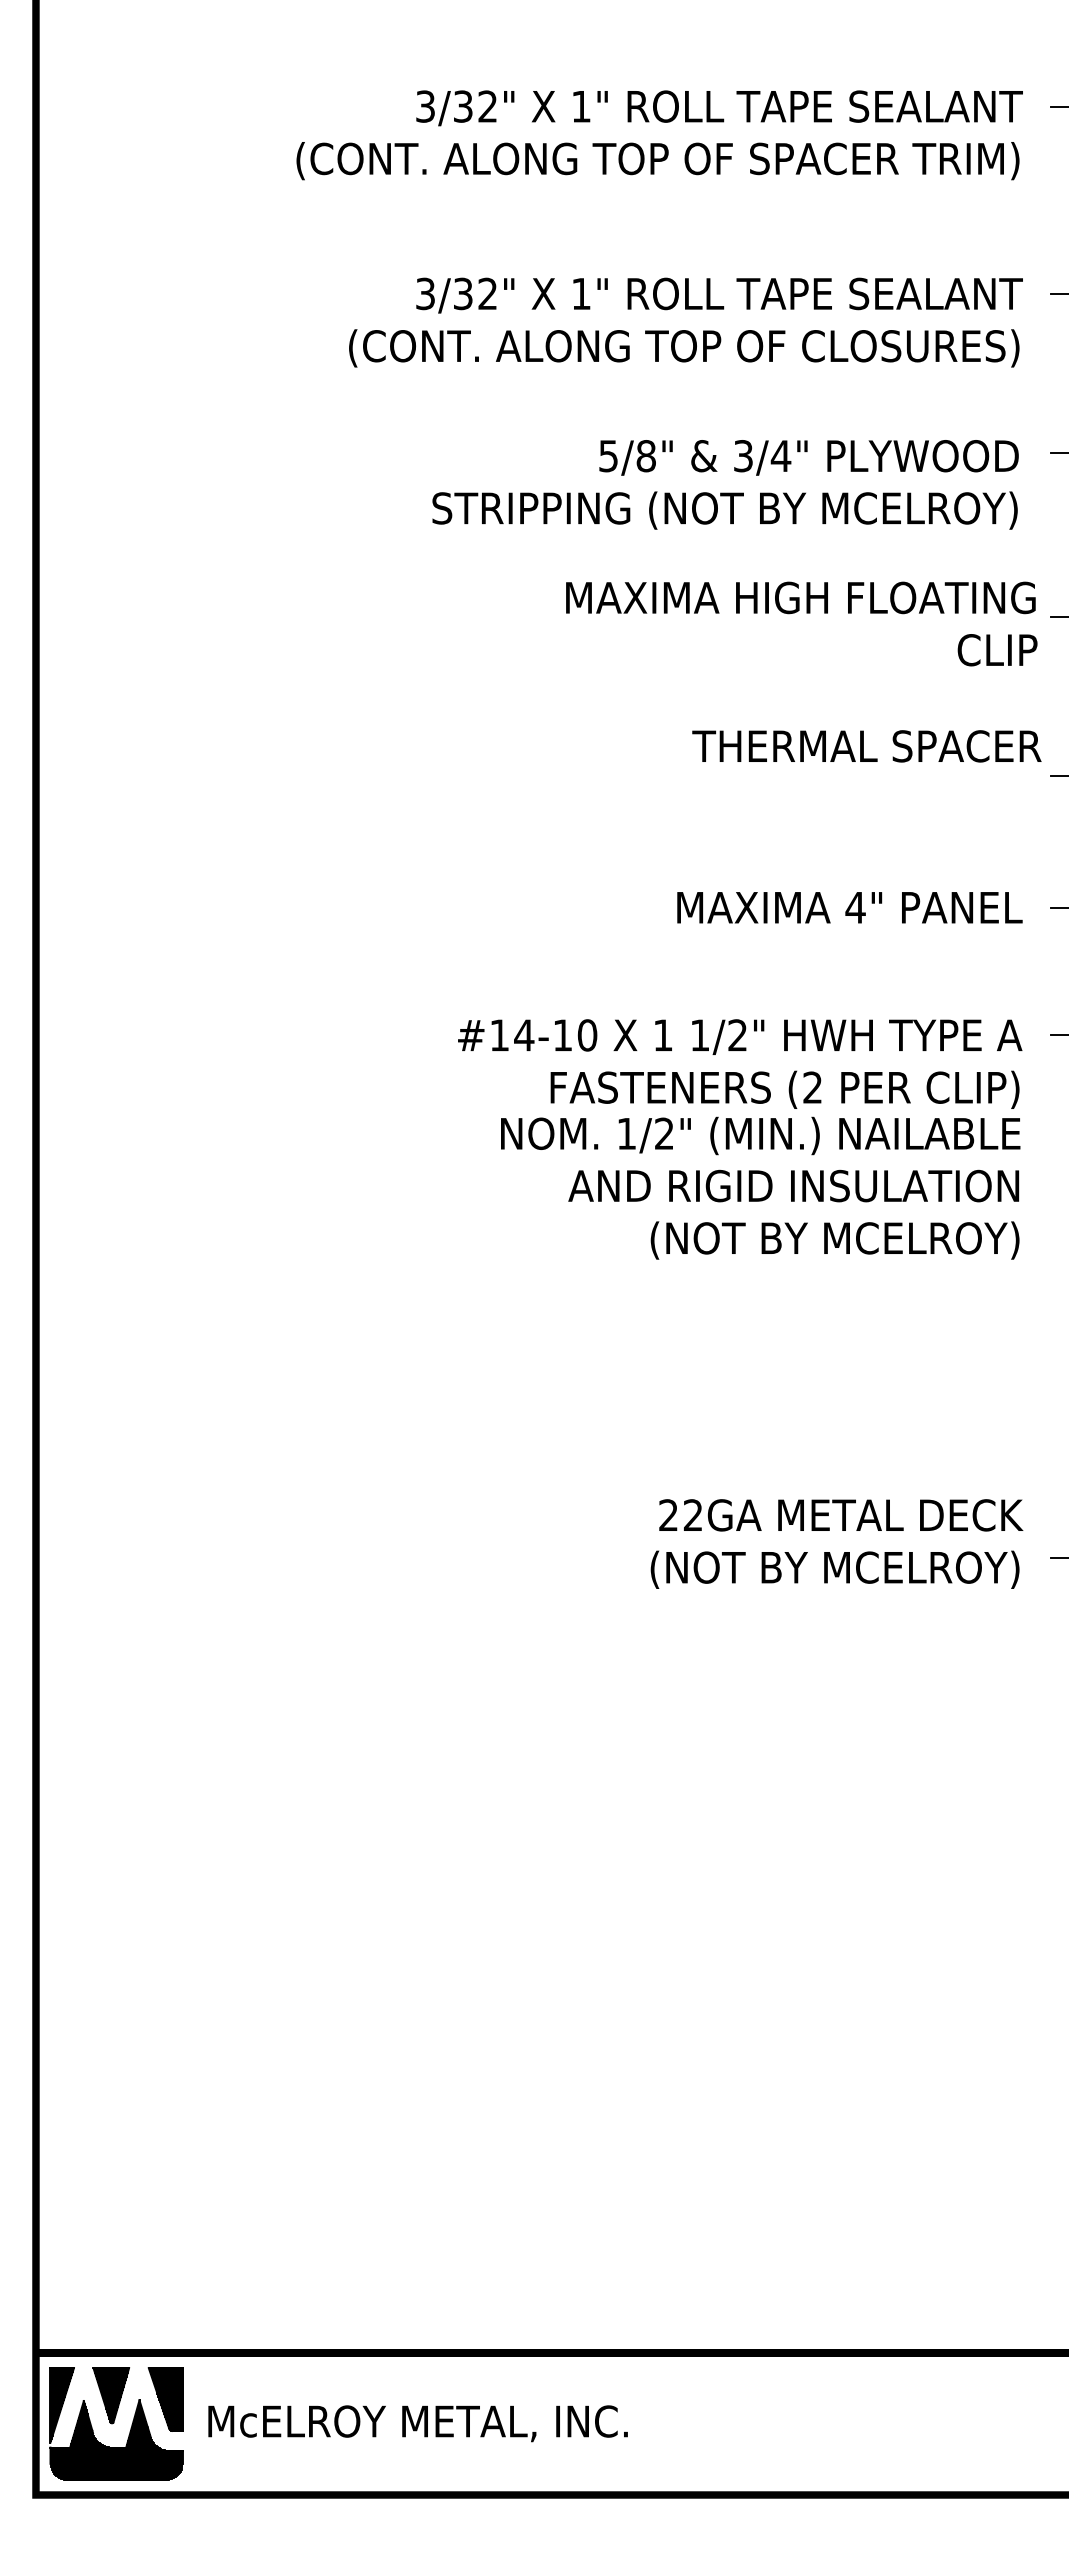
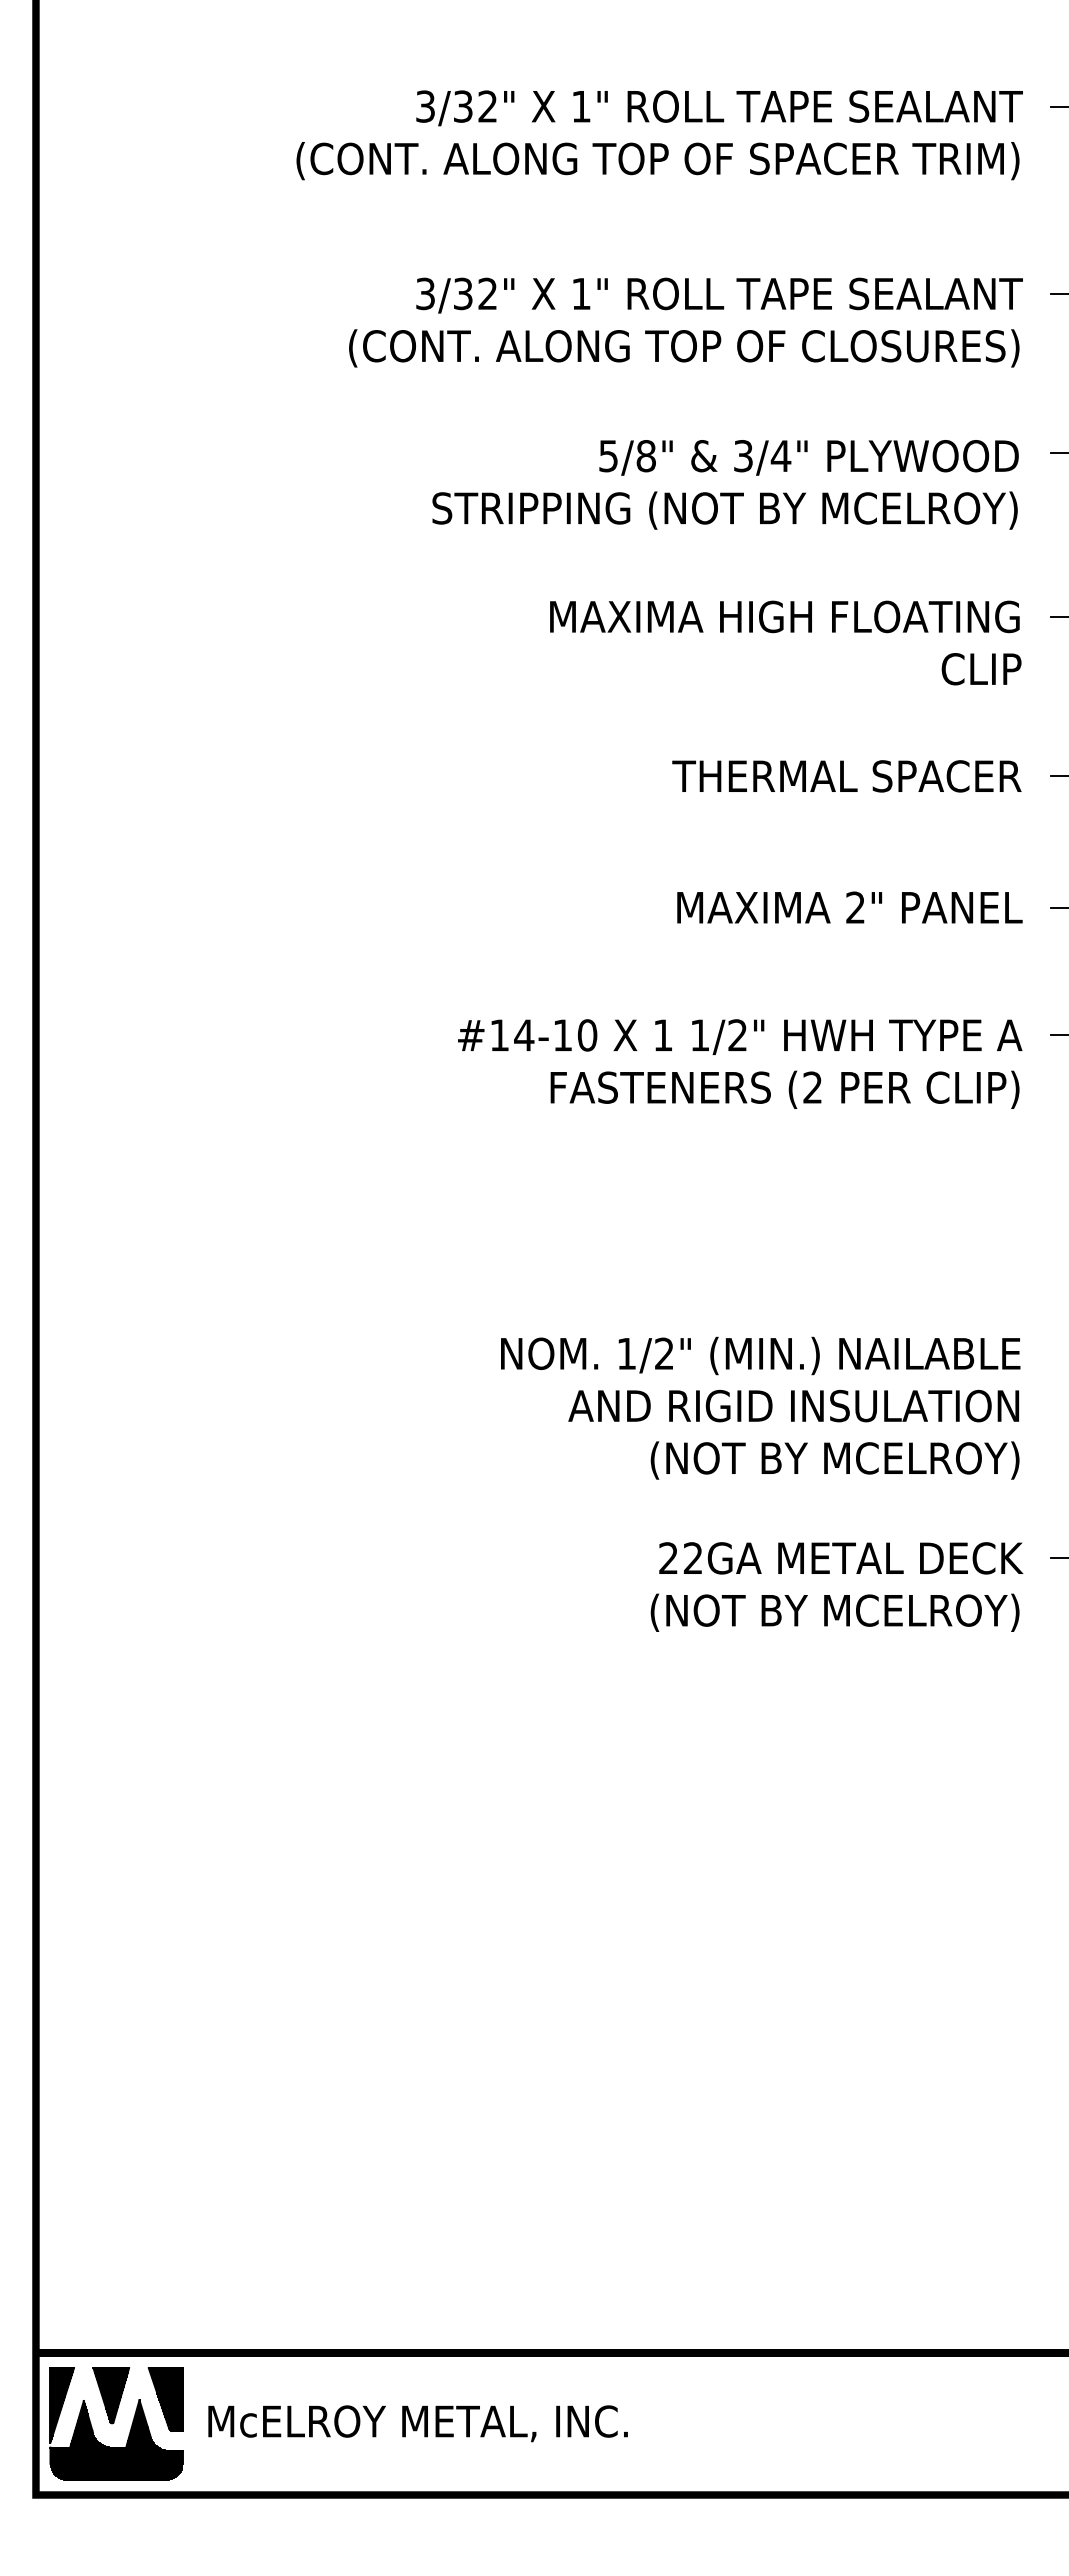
text at (801, 623) position: (801, 623) -> (785, 642)
text at (866, 746) position: (866, 746) -> (846, 776)
text at (855, 907): 4" -> 2"
text at (760, 1187) position: (760, 1187) -> (760, 1407)
text at (836, 1543) position: (836, 1543) -> (836, 1586)
